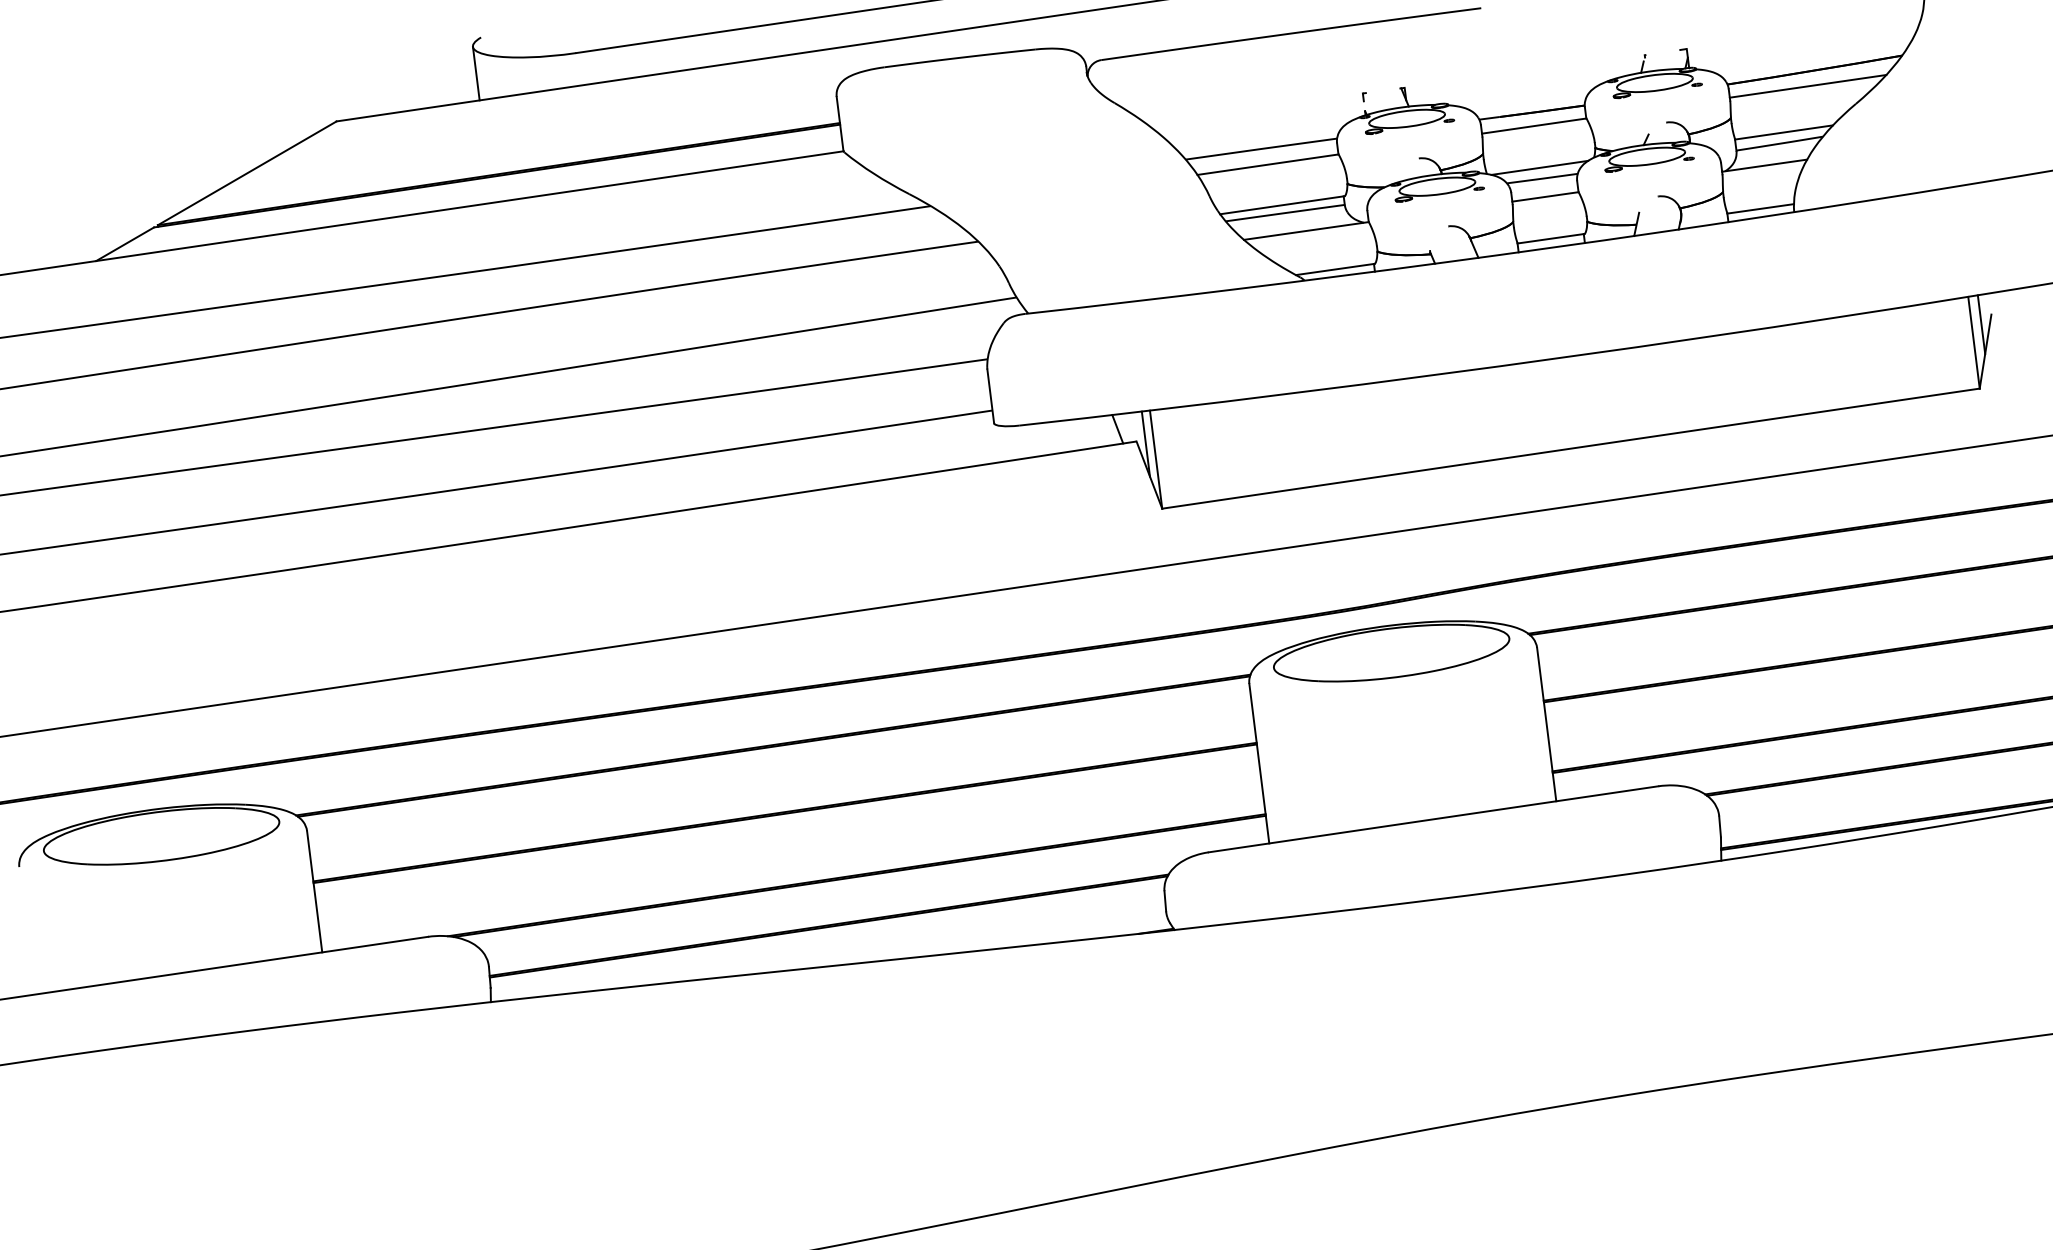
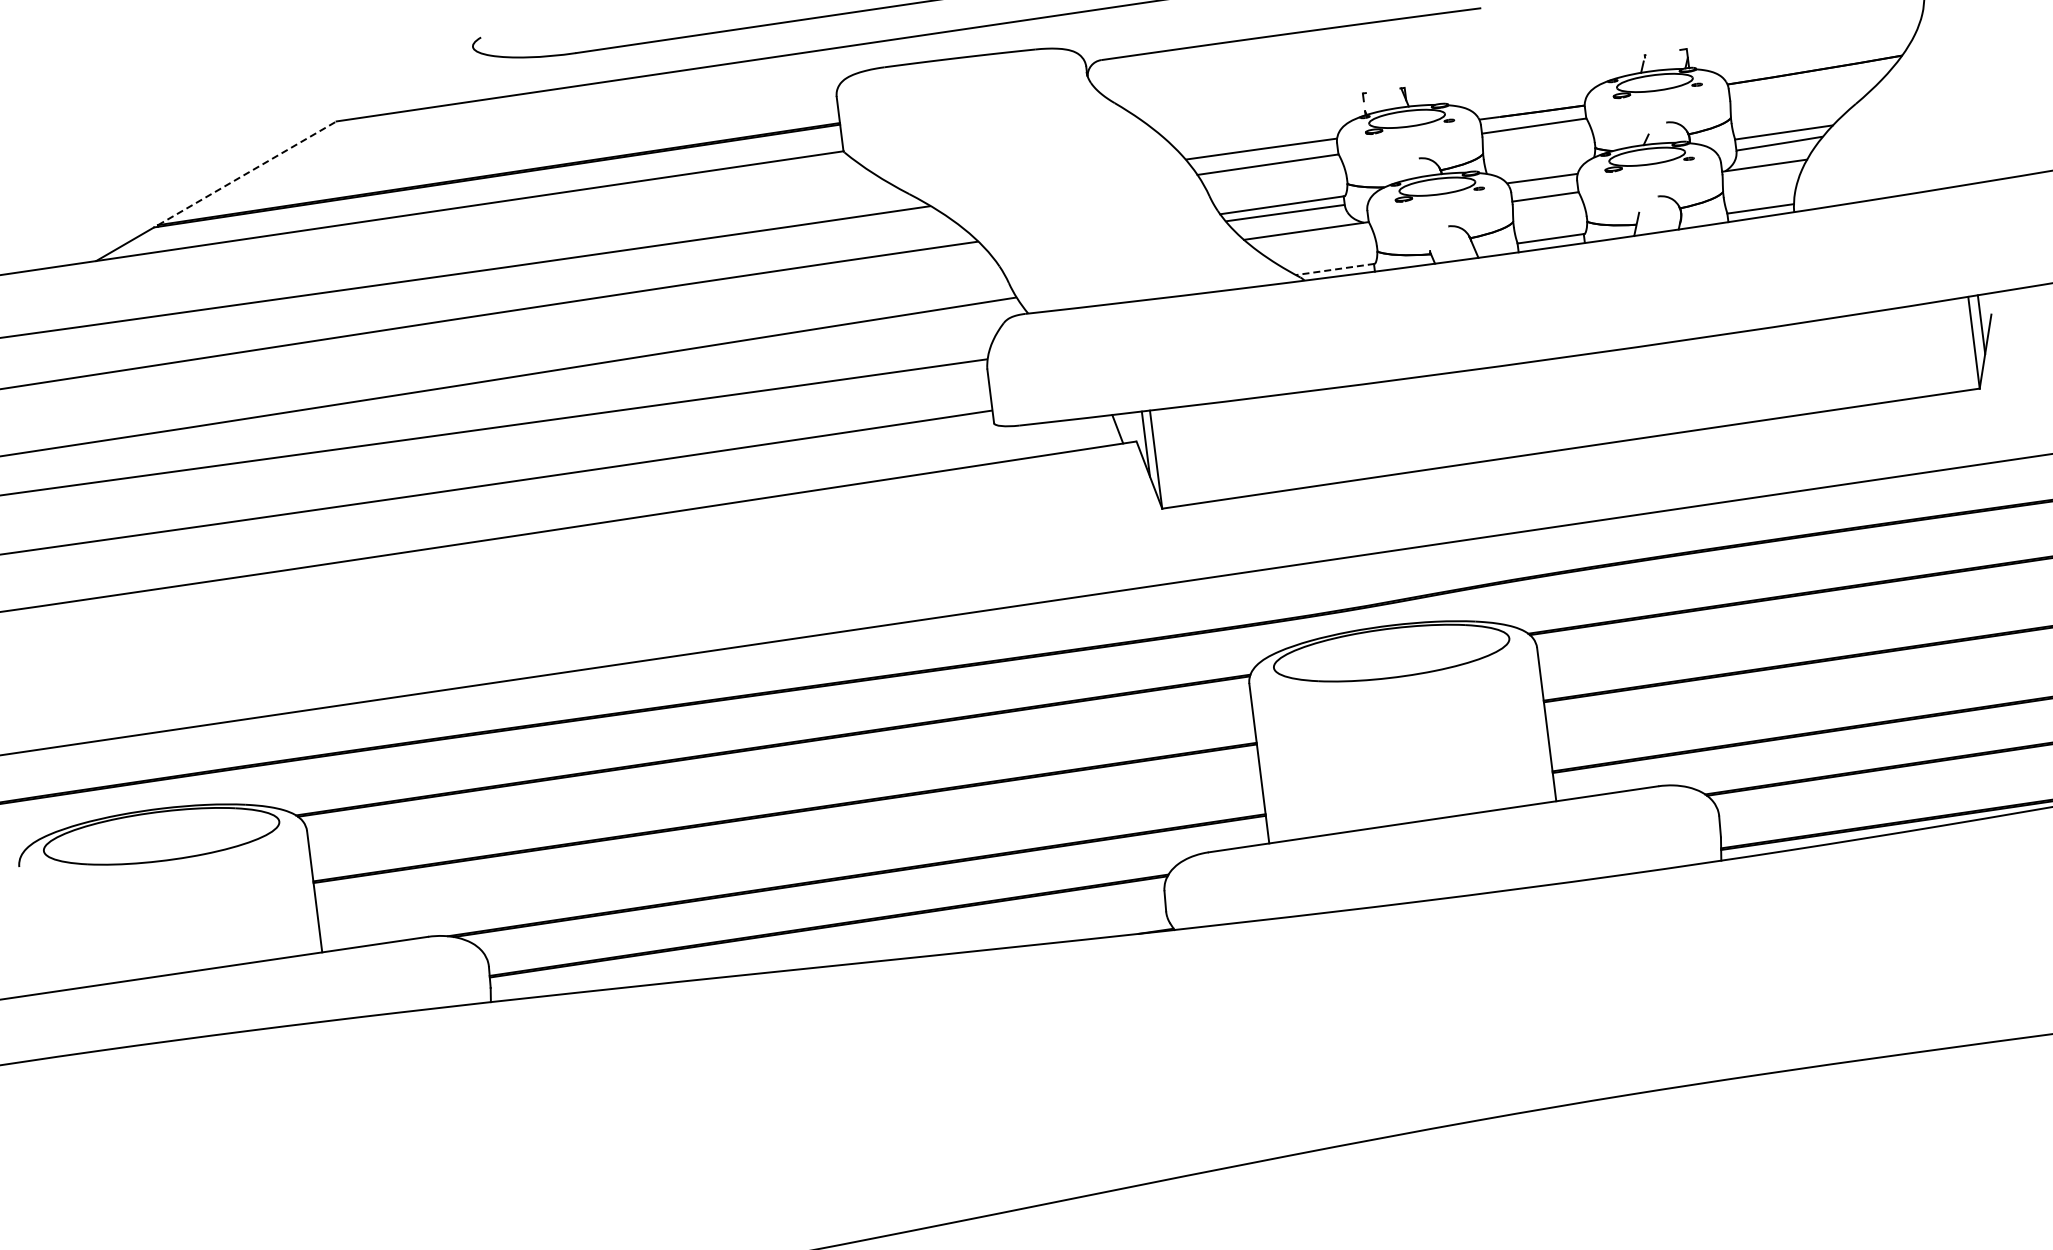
line at (475, 73): present -> none
line at (1807, 86): present -> none
line at (1539, 167): present -> none
line at (247, 173): solid -> dashed
line at (1335, 269): solid -> dashed
line at (1025, 585) position: (1025, 585) -> (1025, 604)
